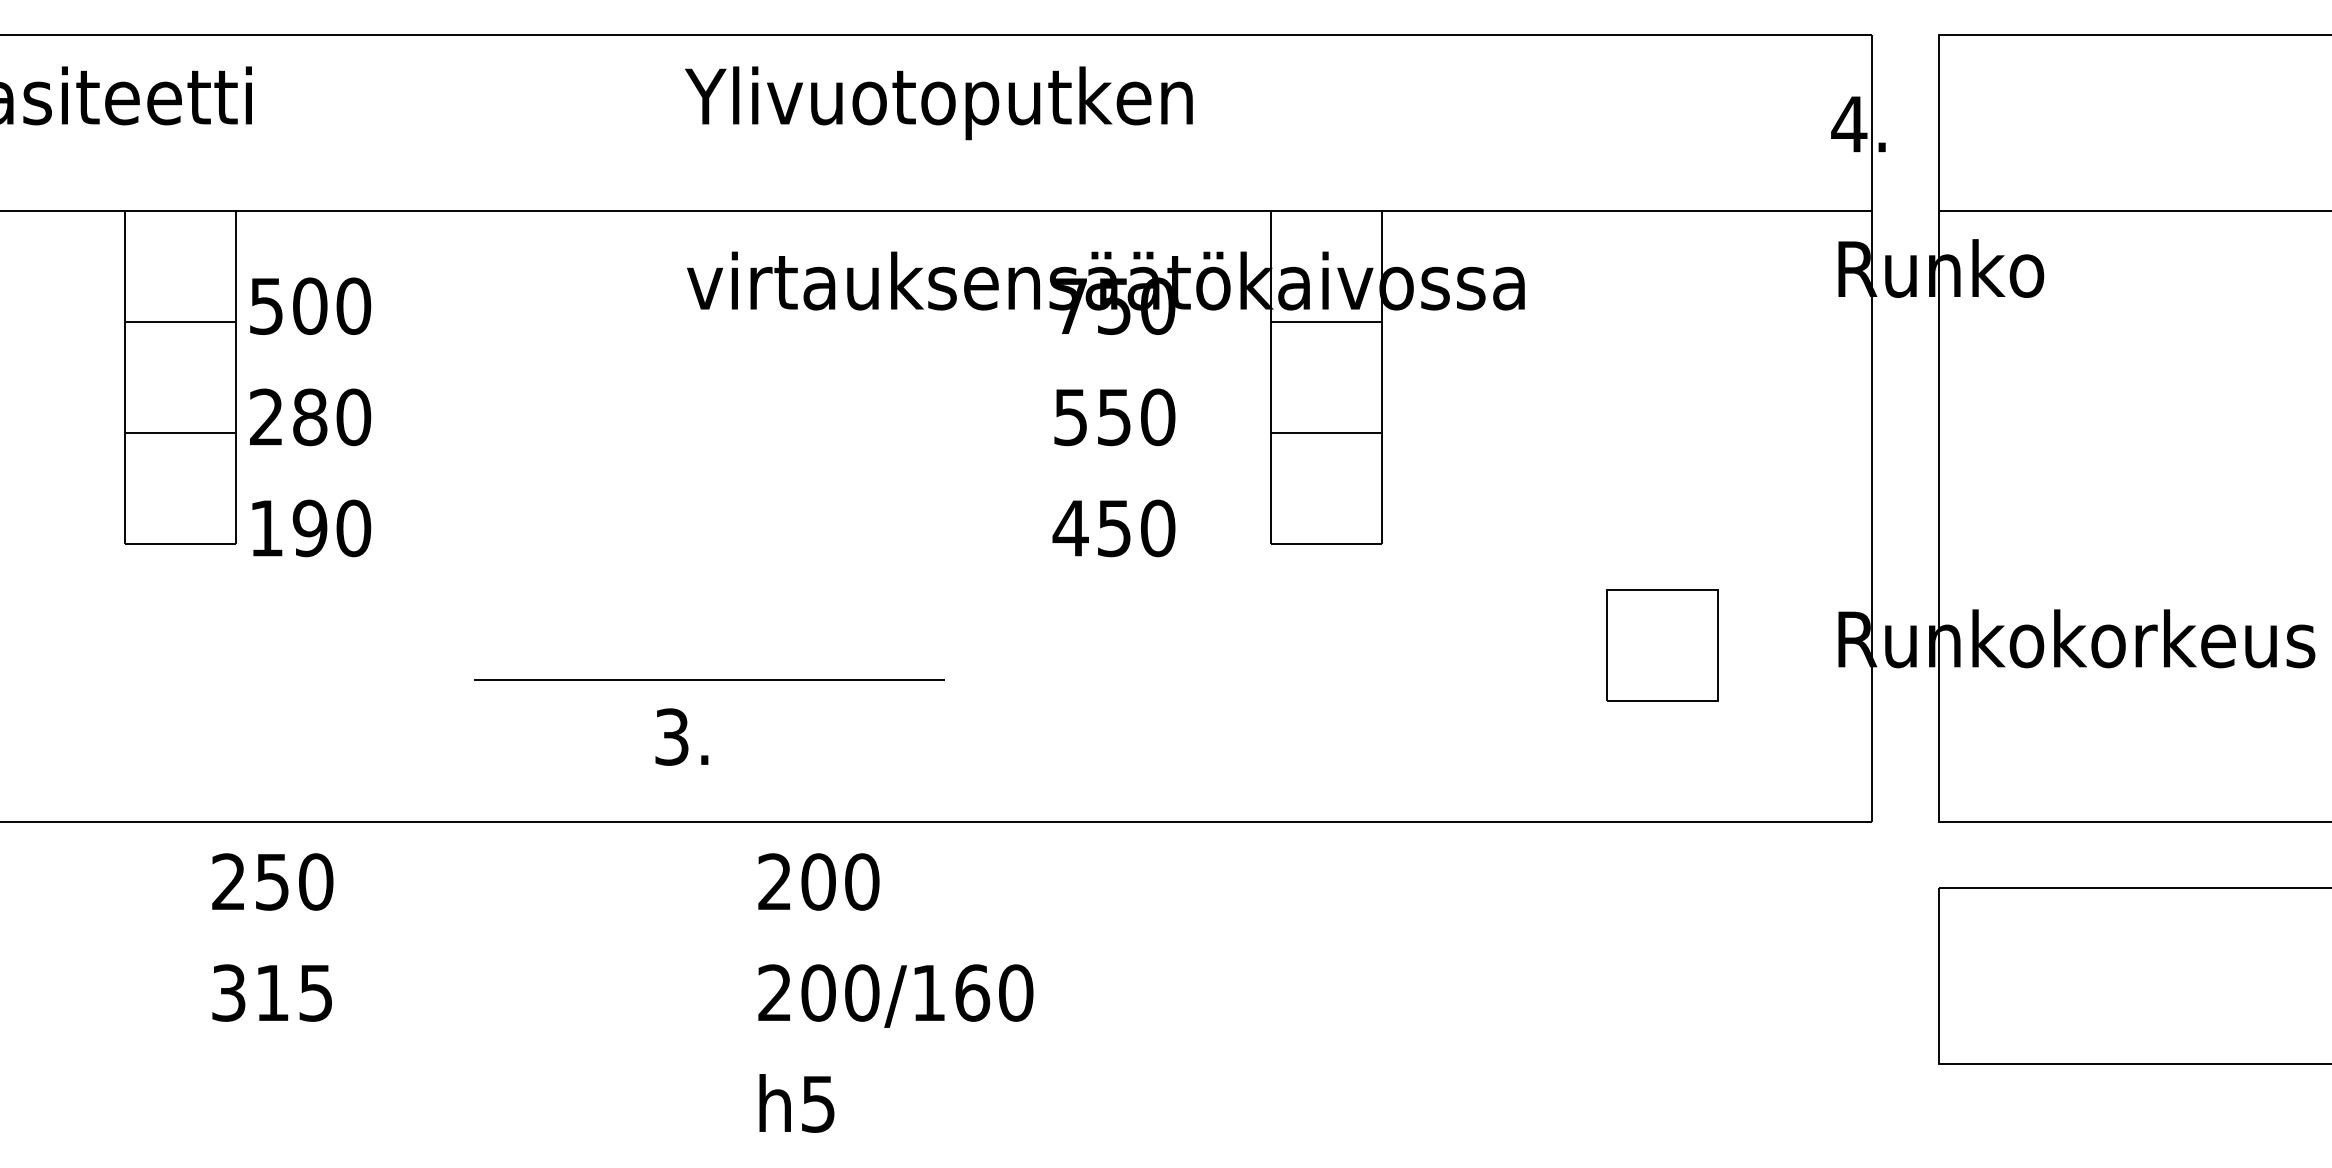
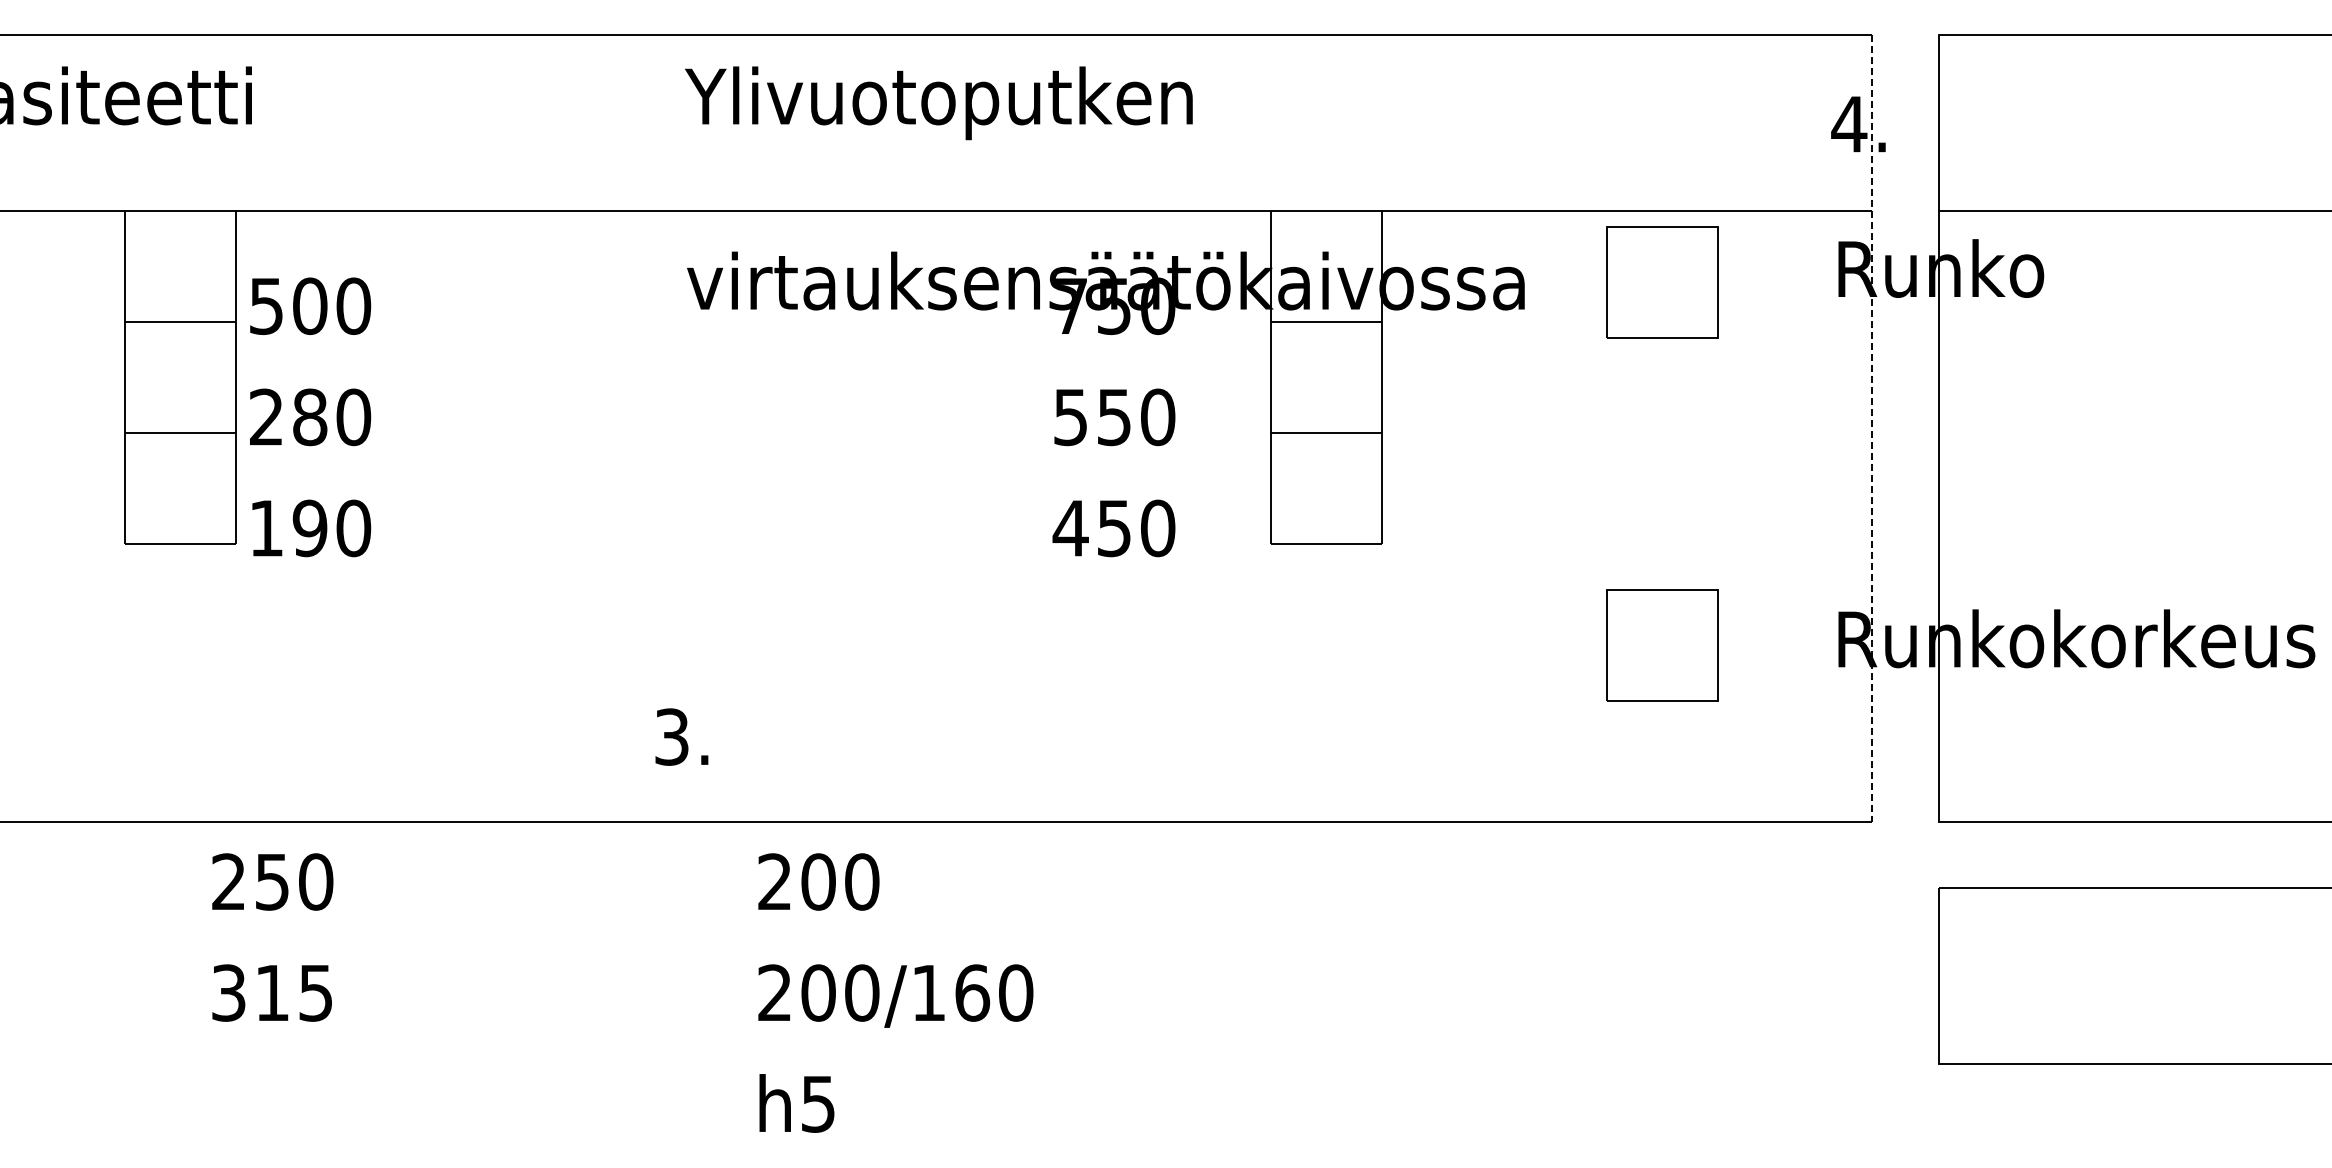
part at (1662, 282): none -> present
line at (1872, 428): solid -> dashed
line at (709, 679): present -> none
